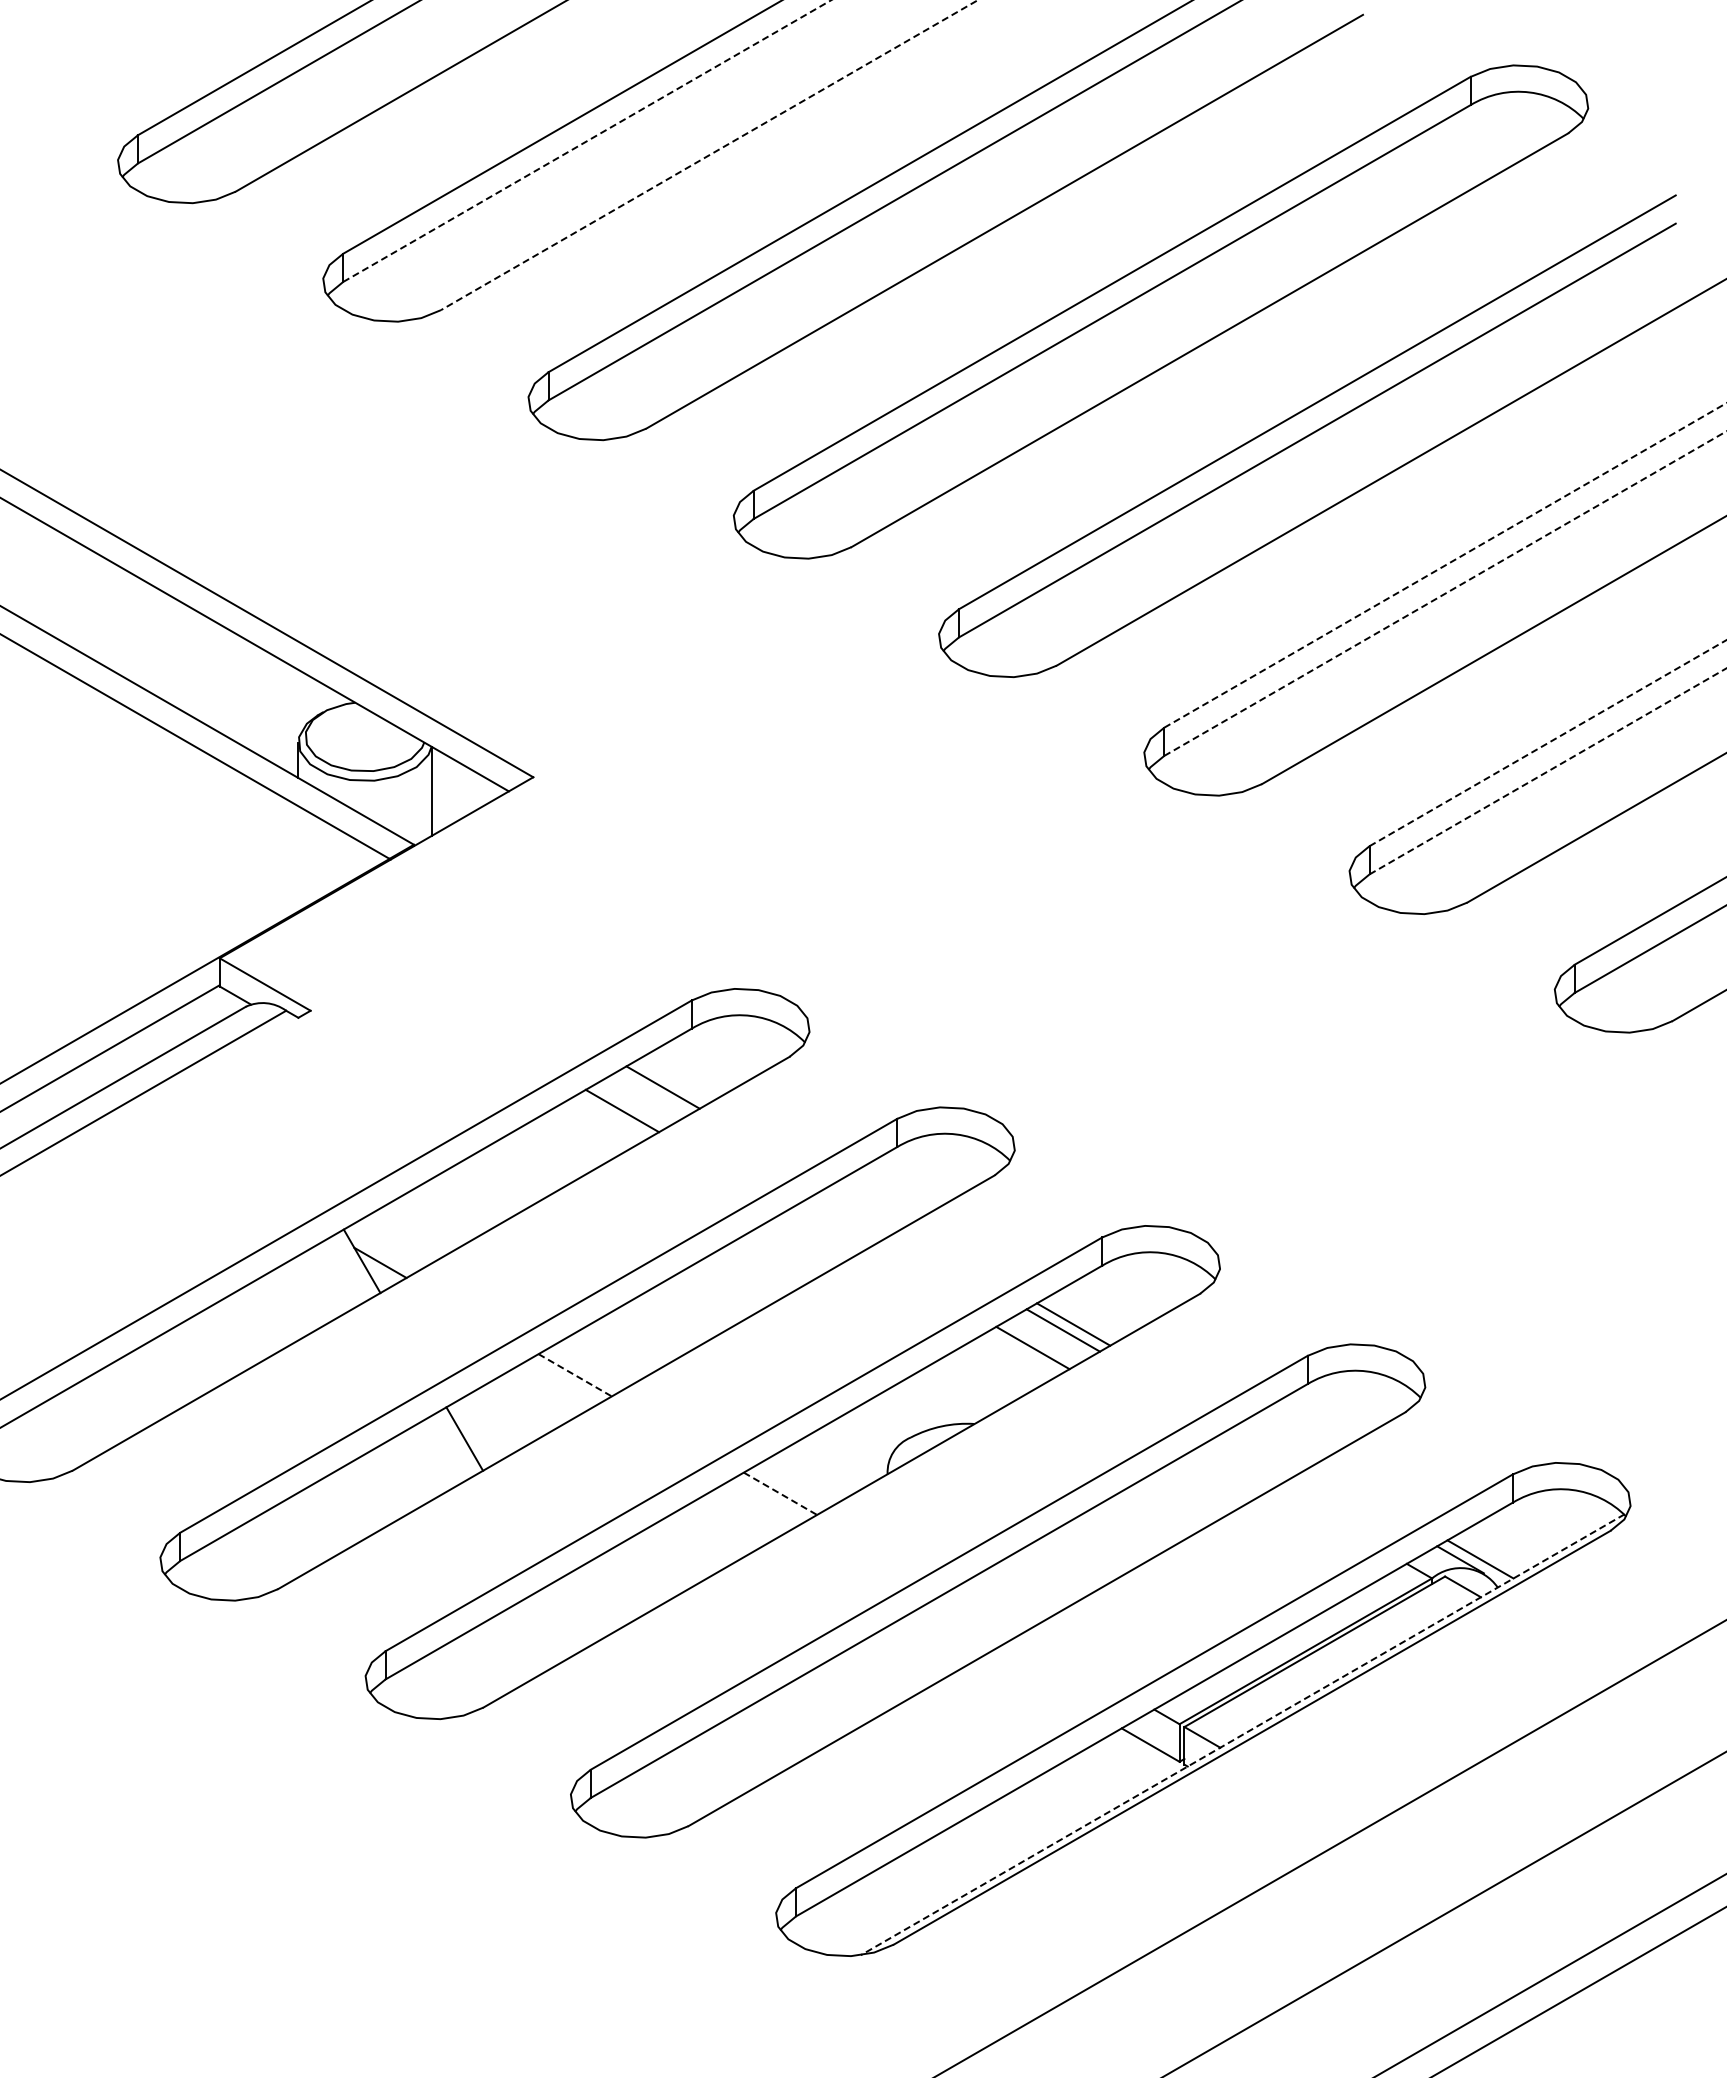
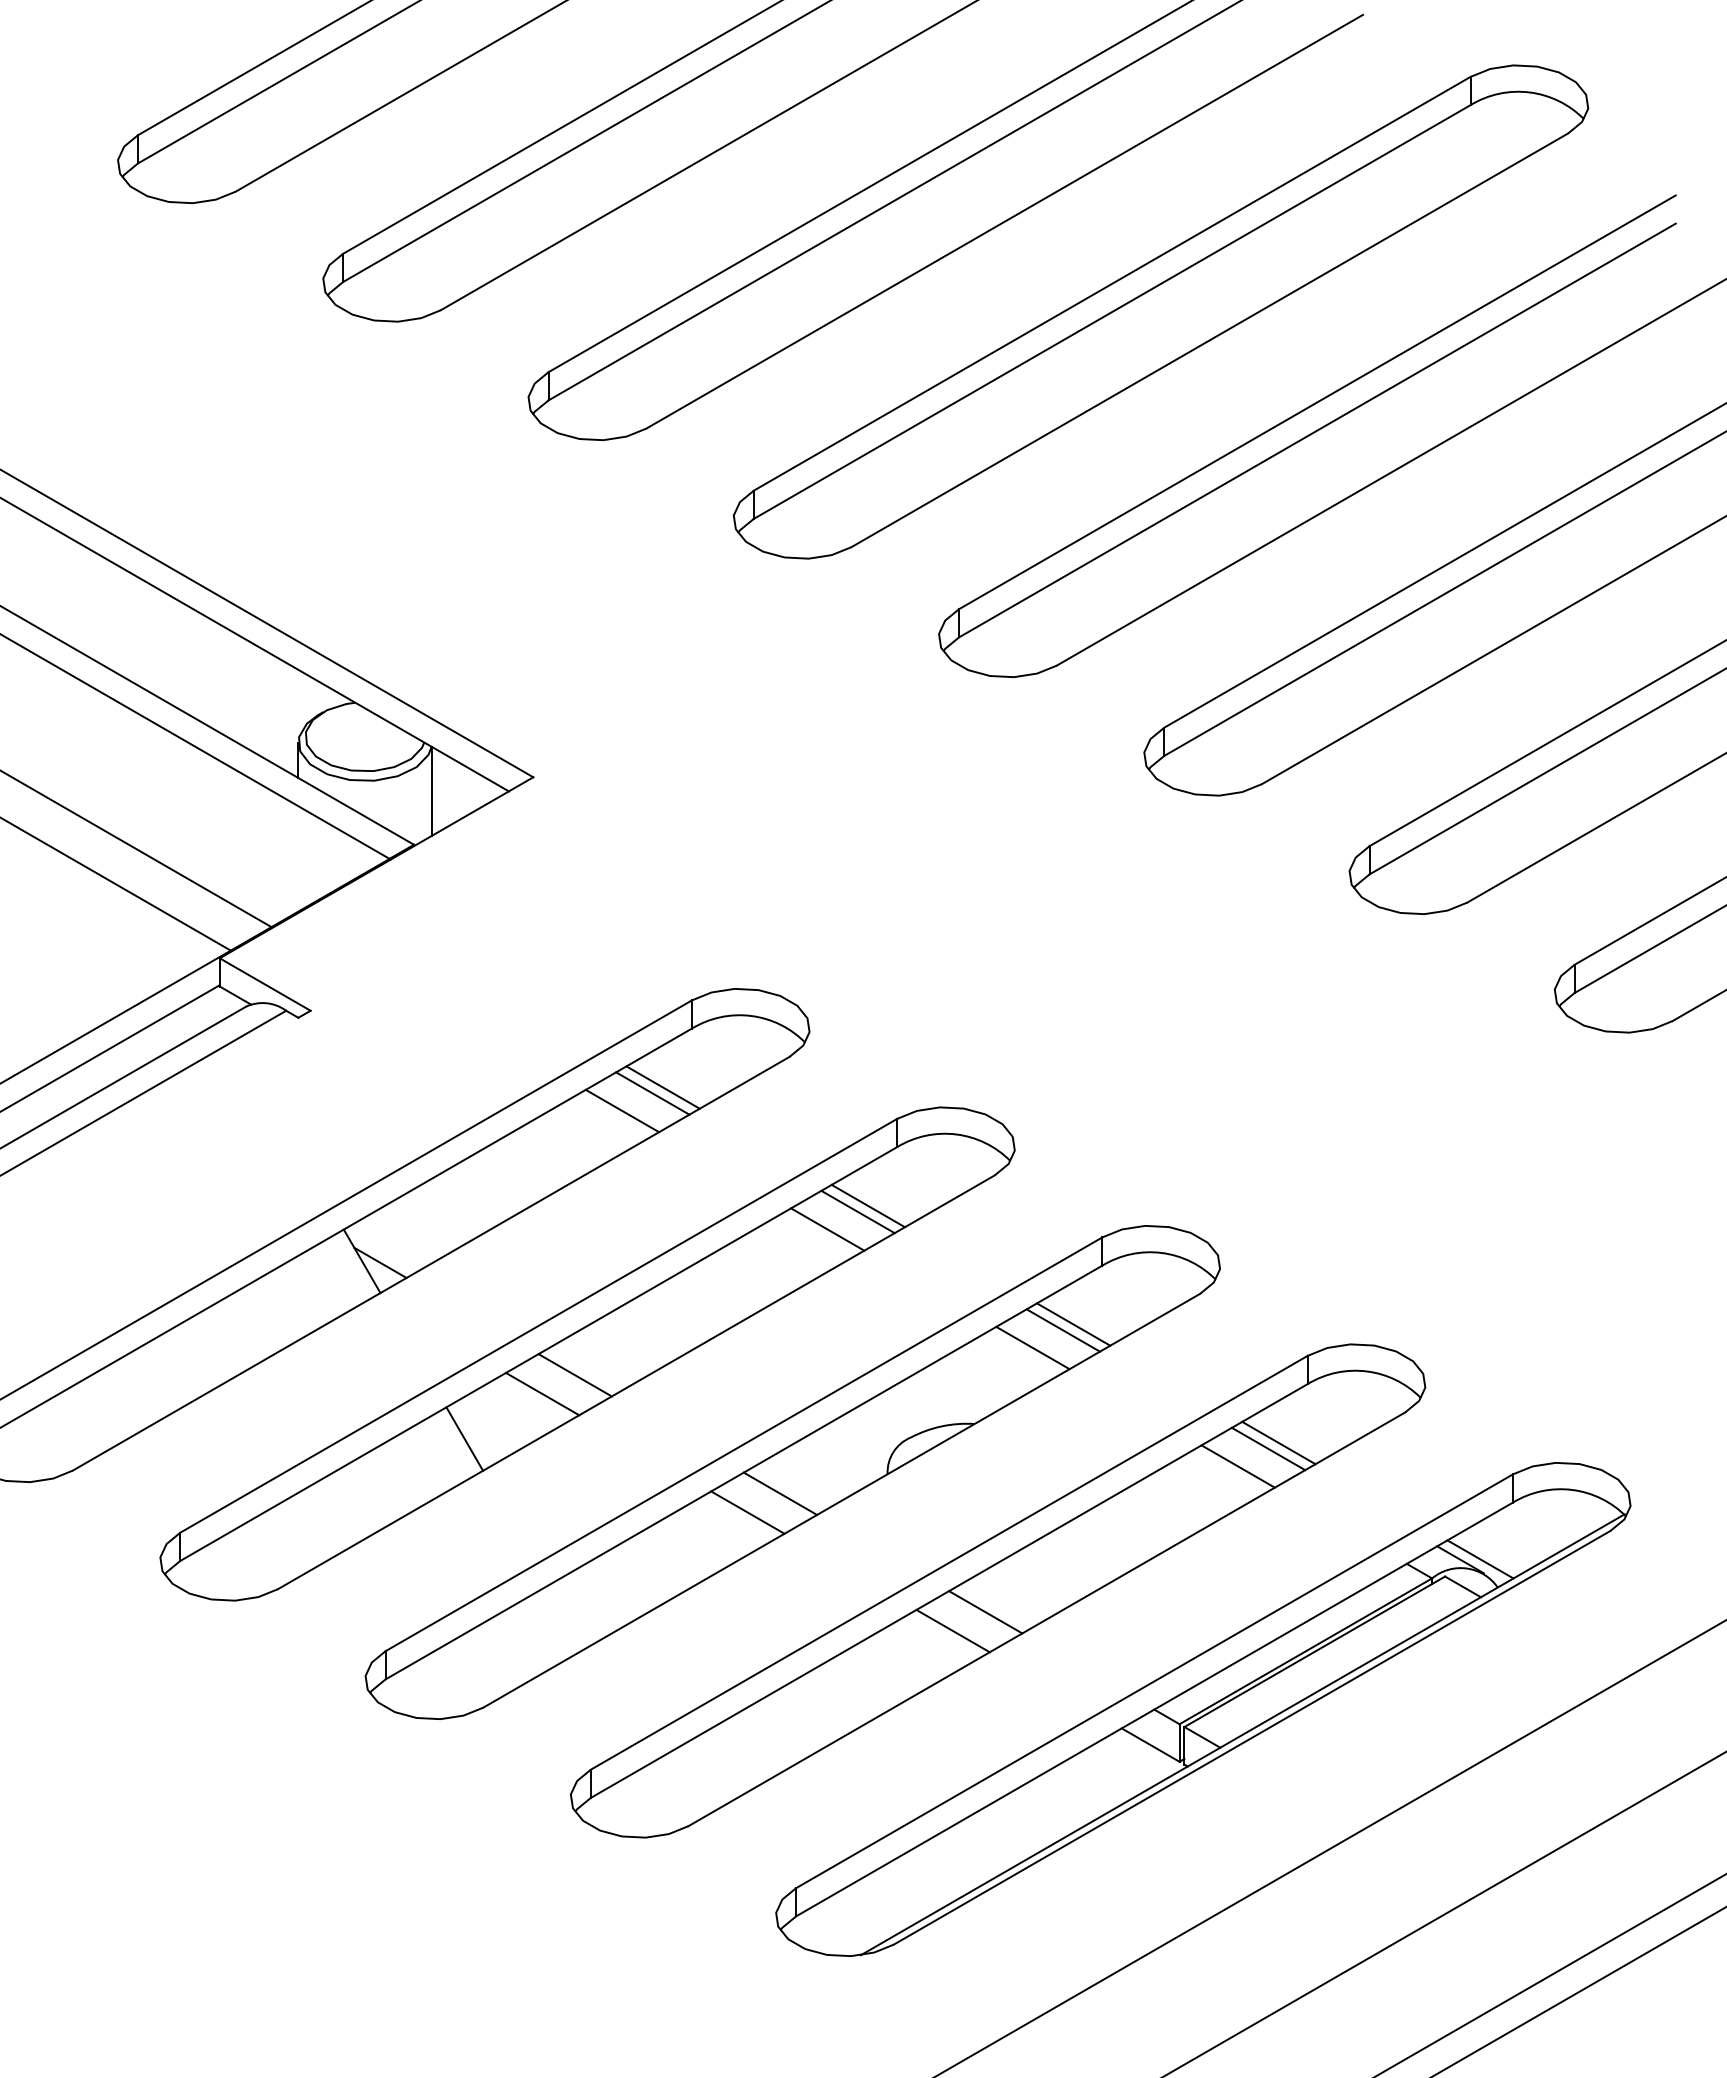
line at (587, 141): dashed -> solid
line at (709, 155): dashed -> solid
line at (1445, 565): dashed -> solid
line at (1445, 593): dashed -> solid
line at (1547, 743): dashed -> solid
line at (1547, 771): dashed -> solid
line at (136, 849): none -> present
line at (116, 884): none -> present
line at (652, 1093): none -> present
line at (868, 1205): none -> present
line at (857, 1211): none -> present
line at (827, 1229): none -> present
line at (575, 1375): dashed -> solid
line at (542, 1393): none -> present
line at (1278, 1442): none -> present
line at (1268, 1448): none -> present
line at (1237, 1466): none -> present
line at (780, 1494): dashed -> solid
line at (747, 1512): none -> present
line at (985, 1612): none -> present
line at (952, 1630): none -> present
line at (1242, 1734): dashed -> solid
